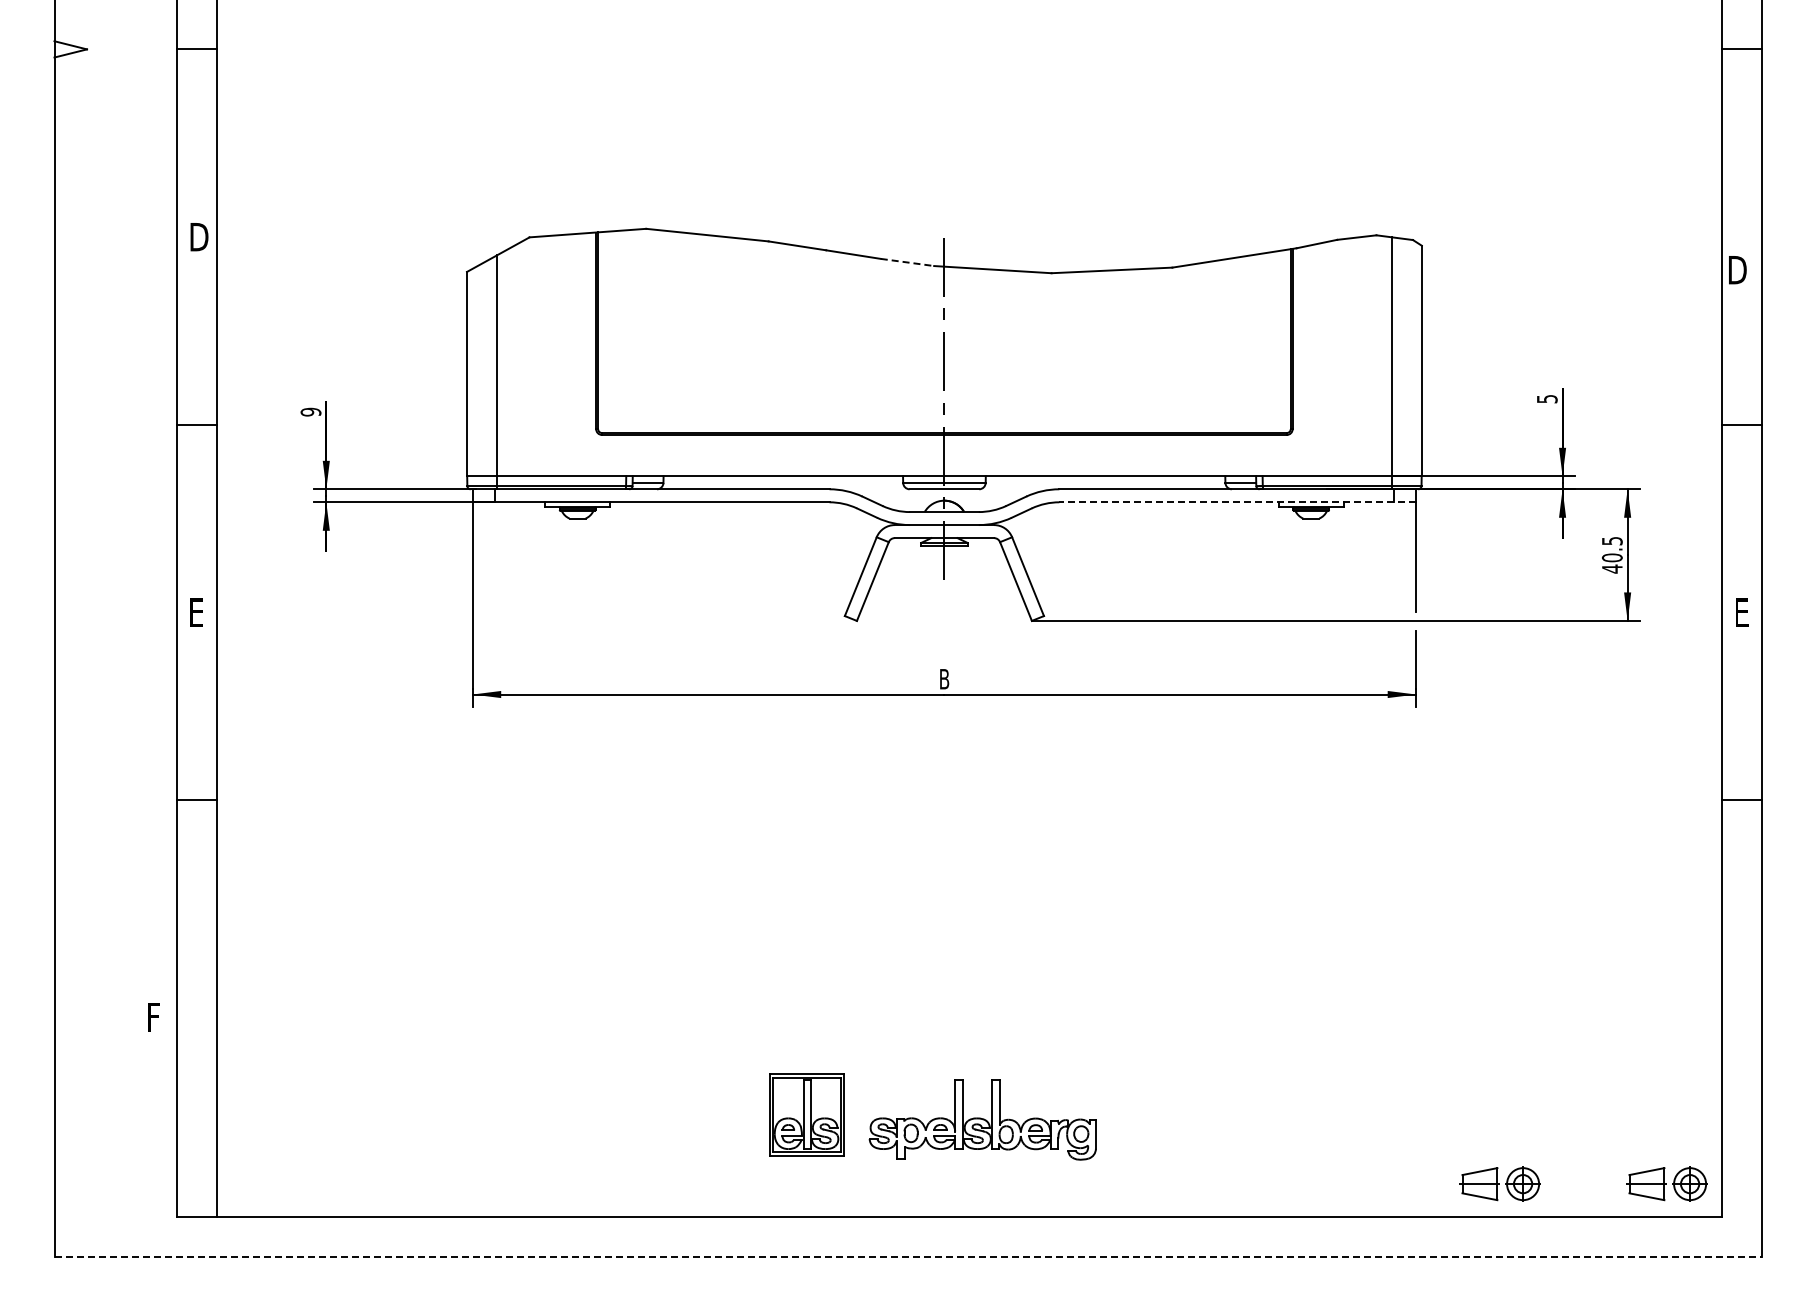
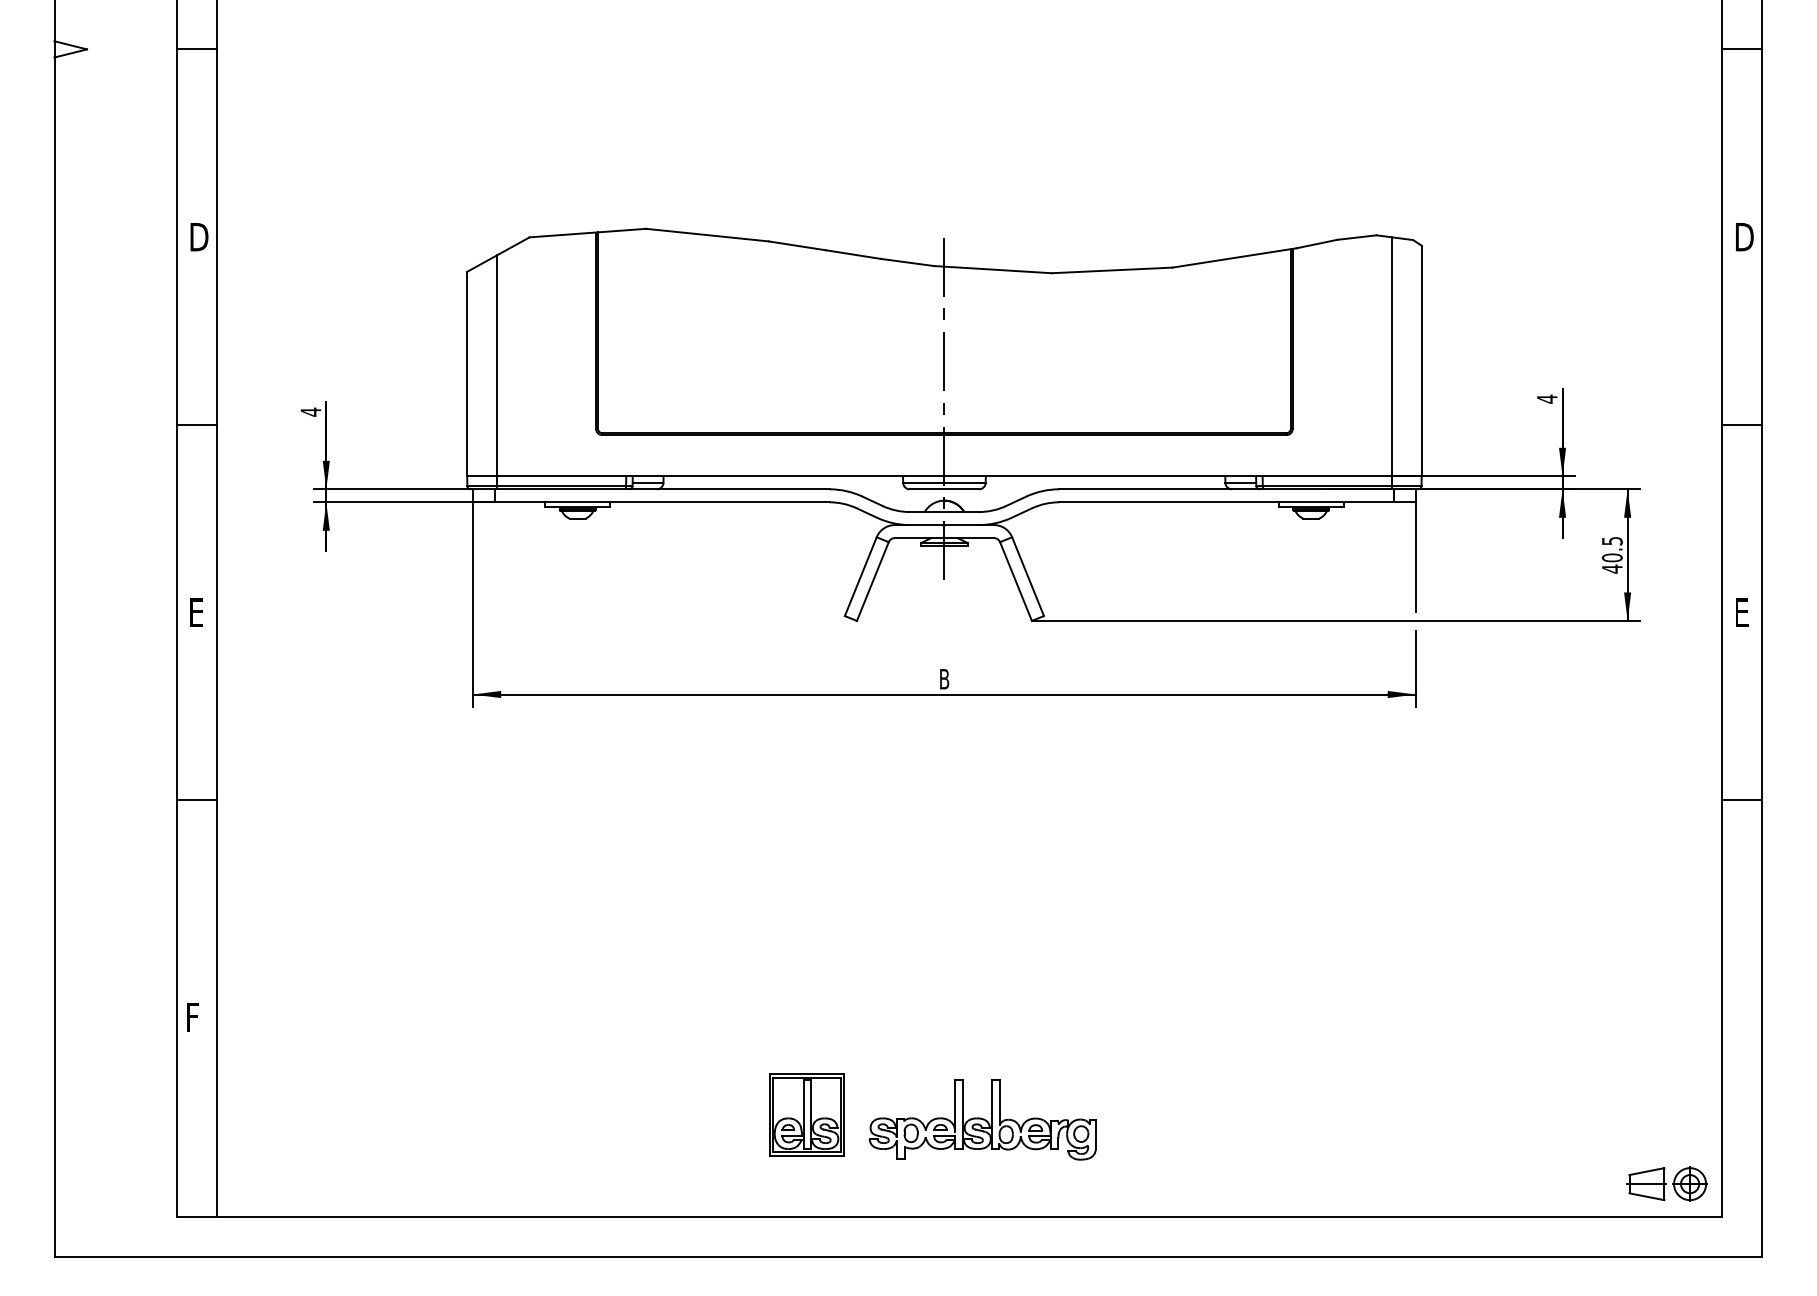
line at (907, 262): dashed -> solid
text at (1737, 270) position: (1737, 270) -> (1744, 237)
text at (1547, 398): 5 -> 4
text at (310, 411): 9 -> 4
line at (1237, 502): dashed -> solid
text at (153, 1017) position: (153, 1017) -> (192, 1017)
part at (1499, 1183): present -> none
line at (908, 1257): dashed -> solid
